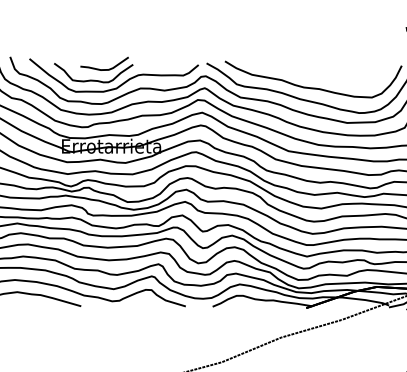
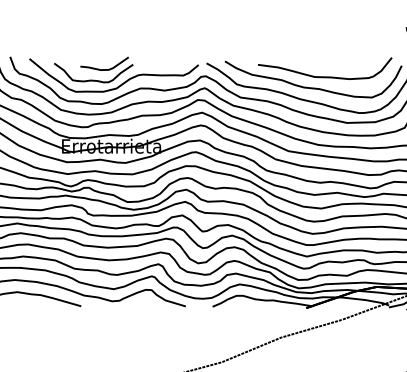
curve at (325, 76): none -> present
